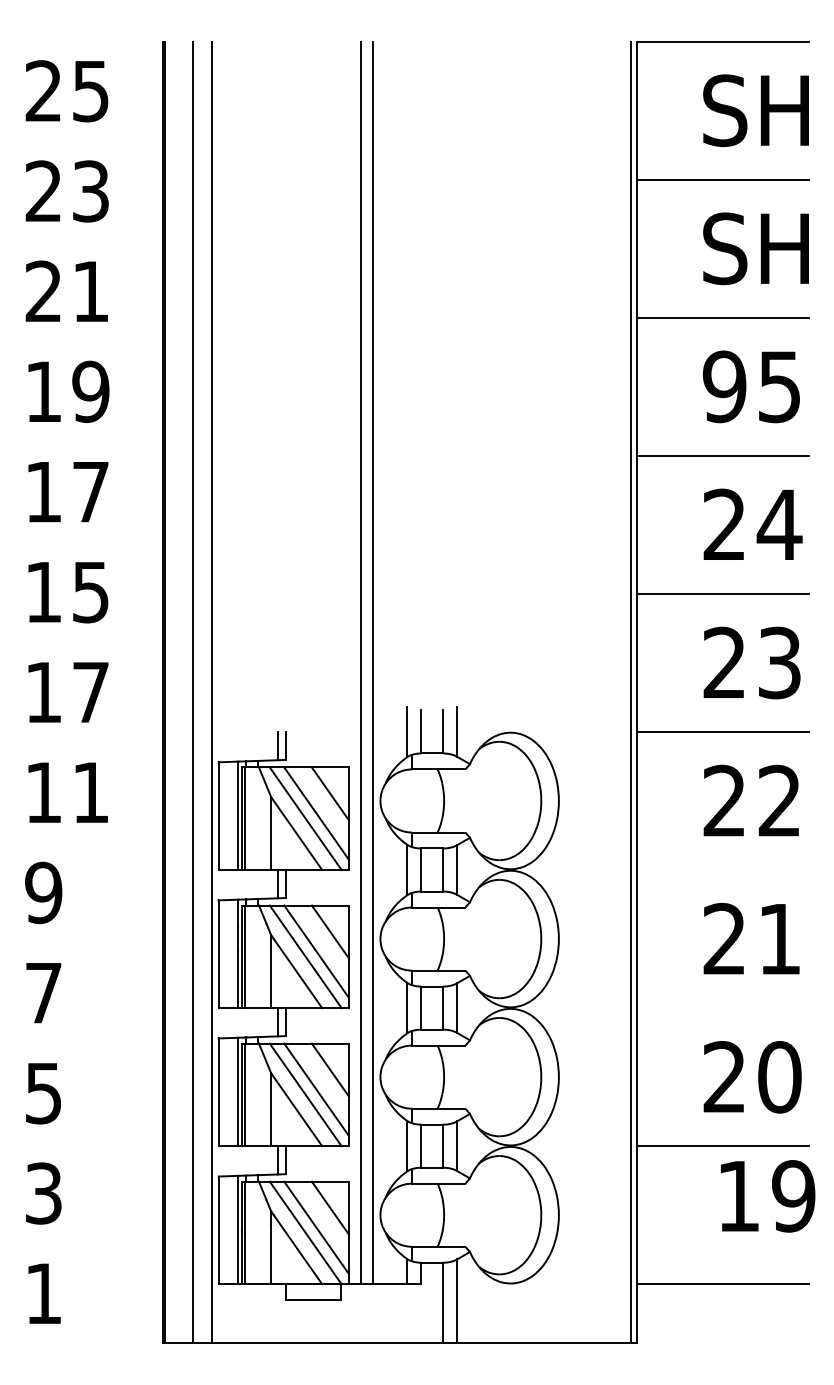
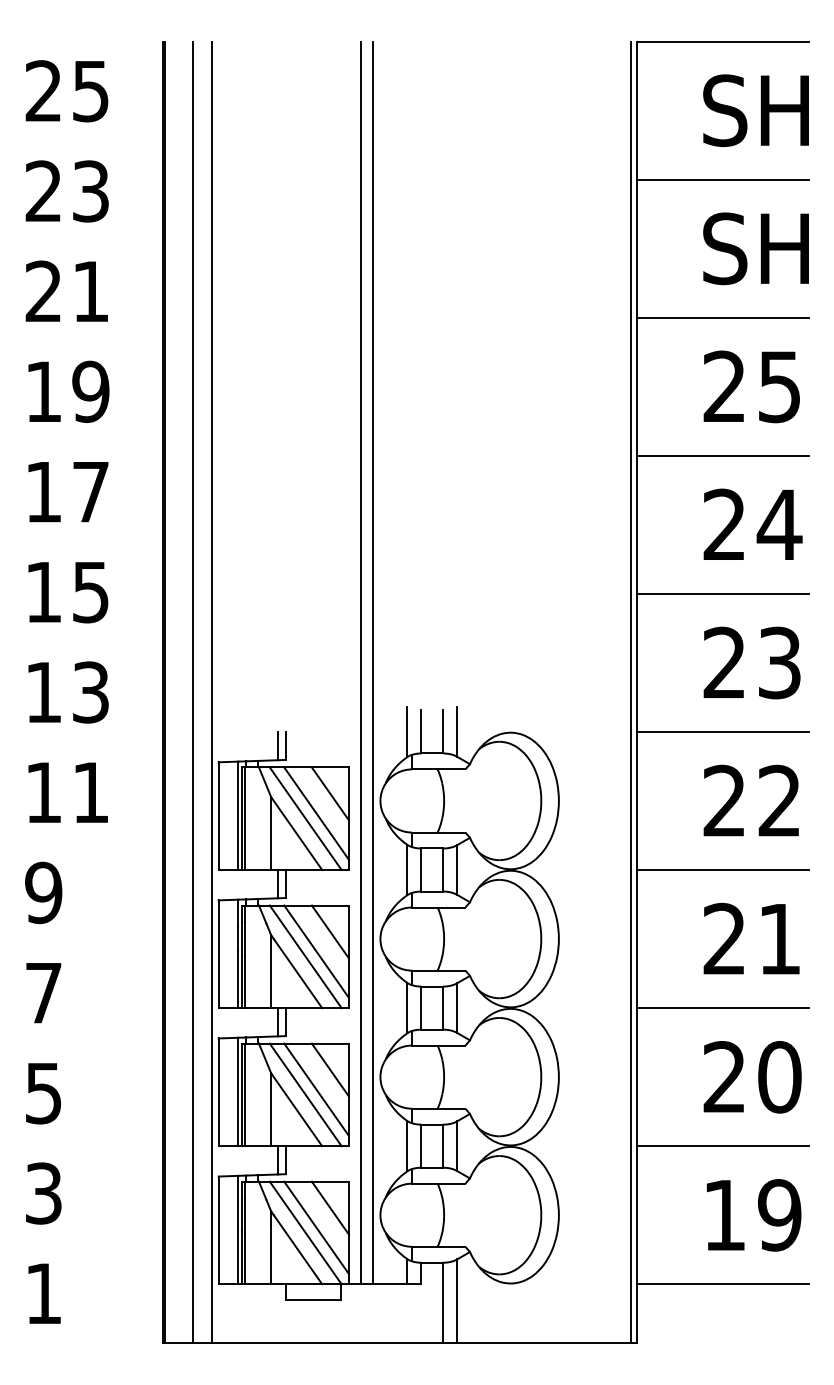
text at (724, 386): 95 -> 25
text at (90, 692): 17 -> 13
line at (722, 870): none -> present
line at (722, 1008): none -> present
text at (768, 1196) position: (768, 1196) -> (754, 1215)
